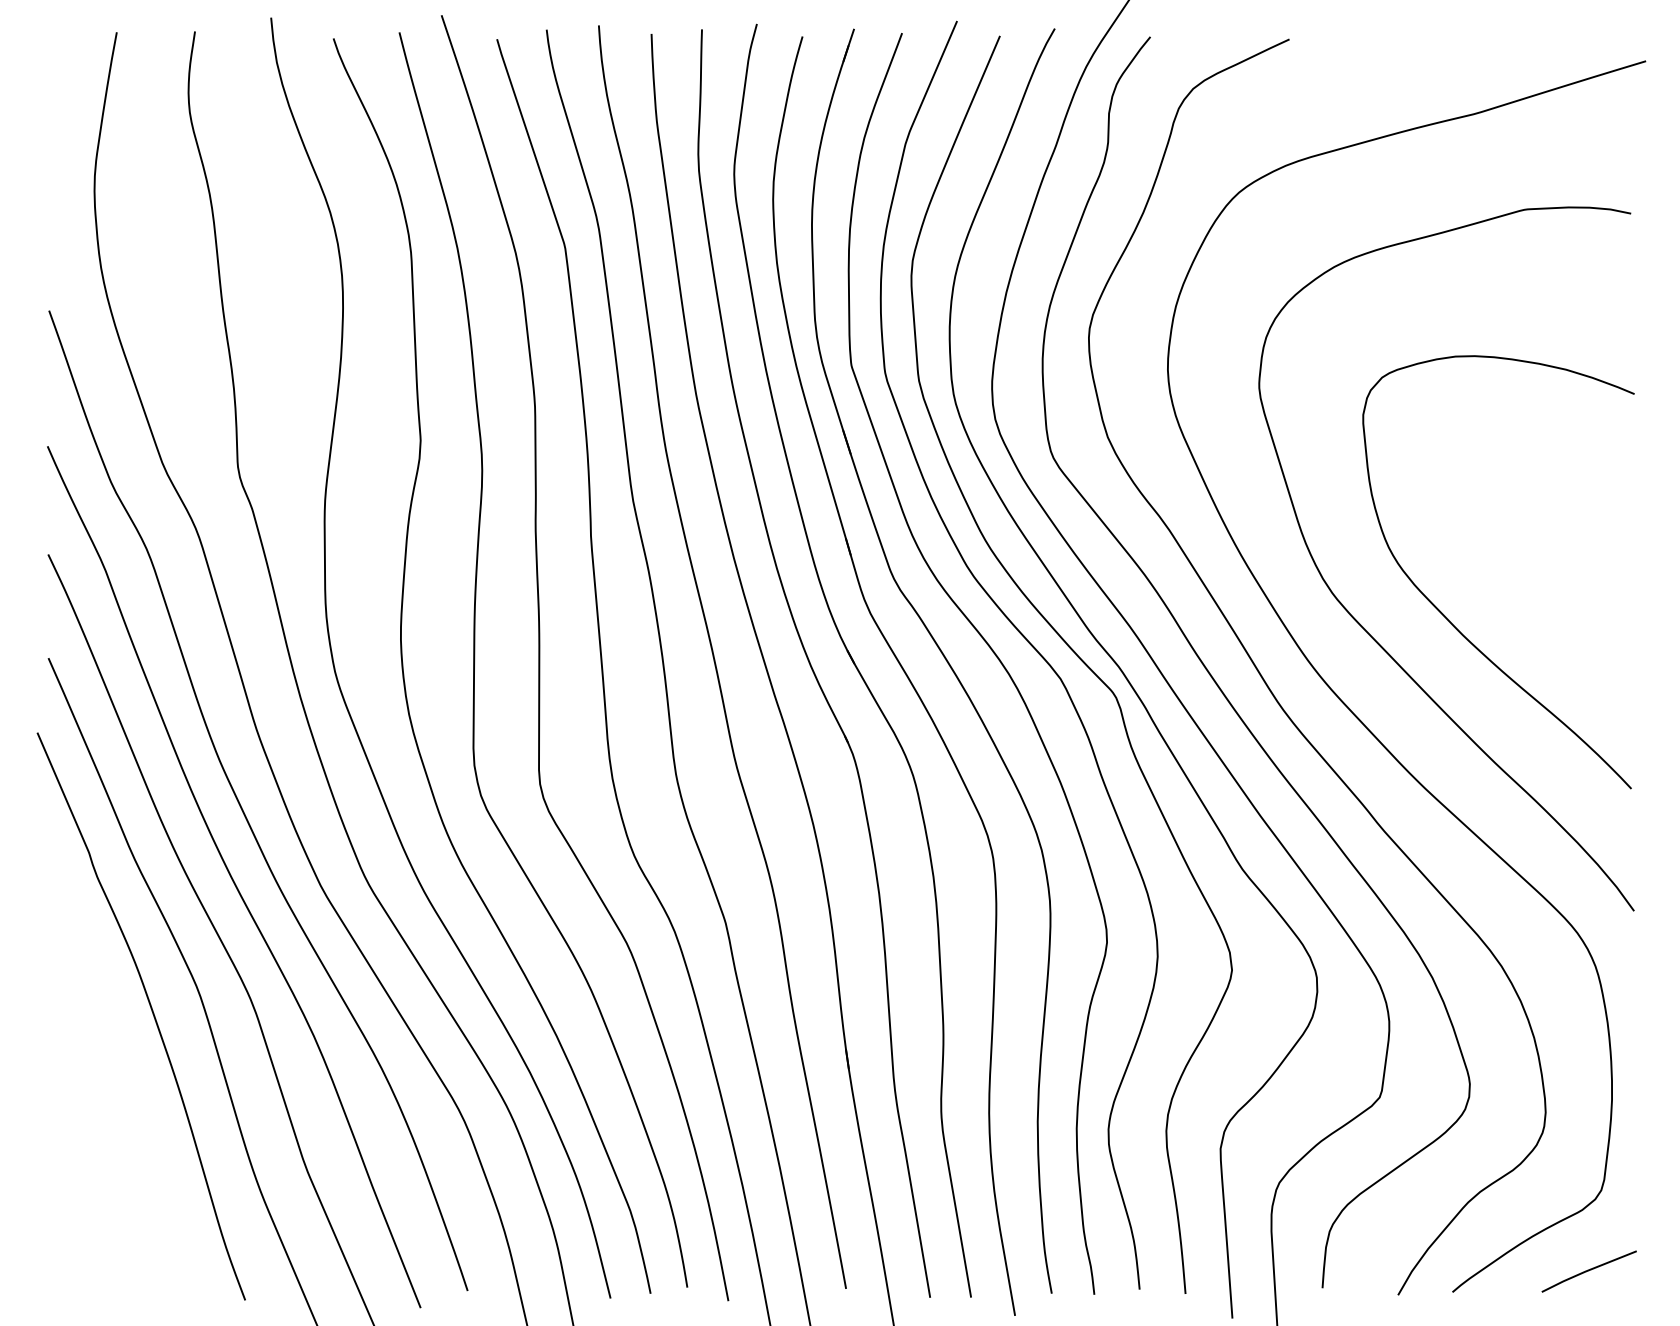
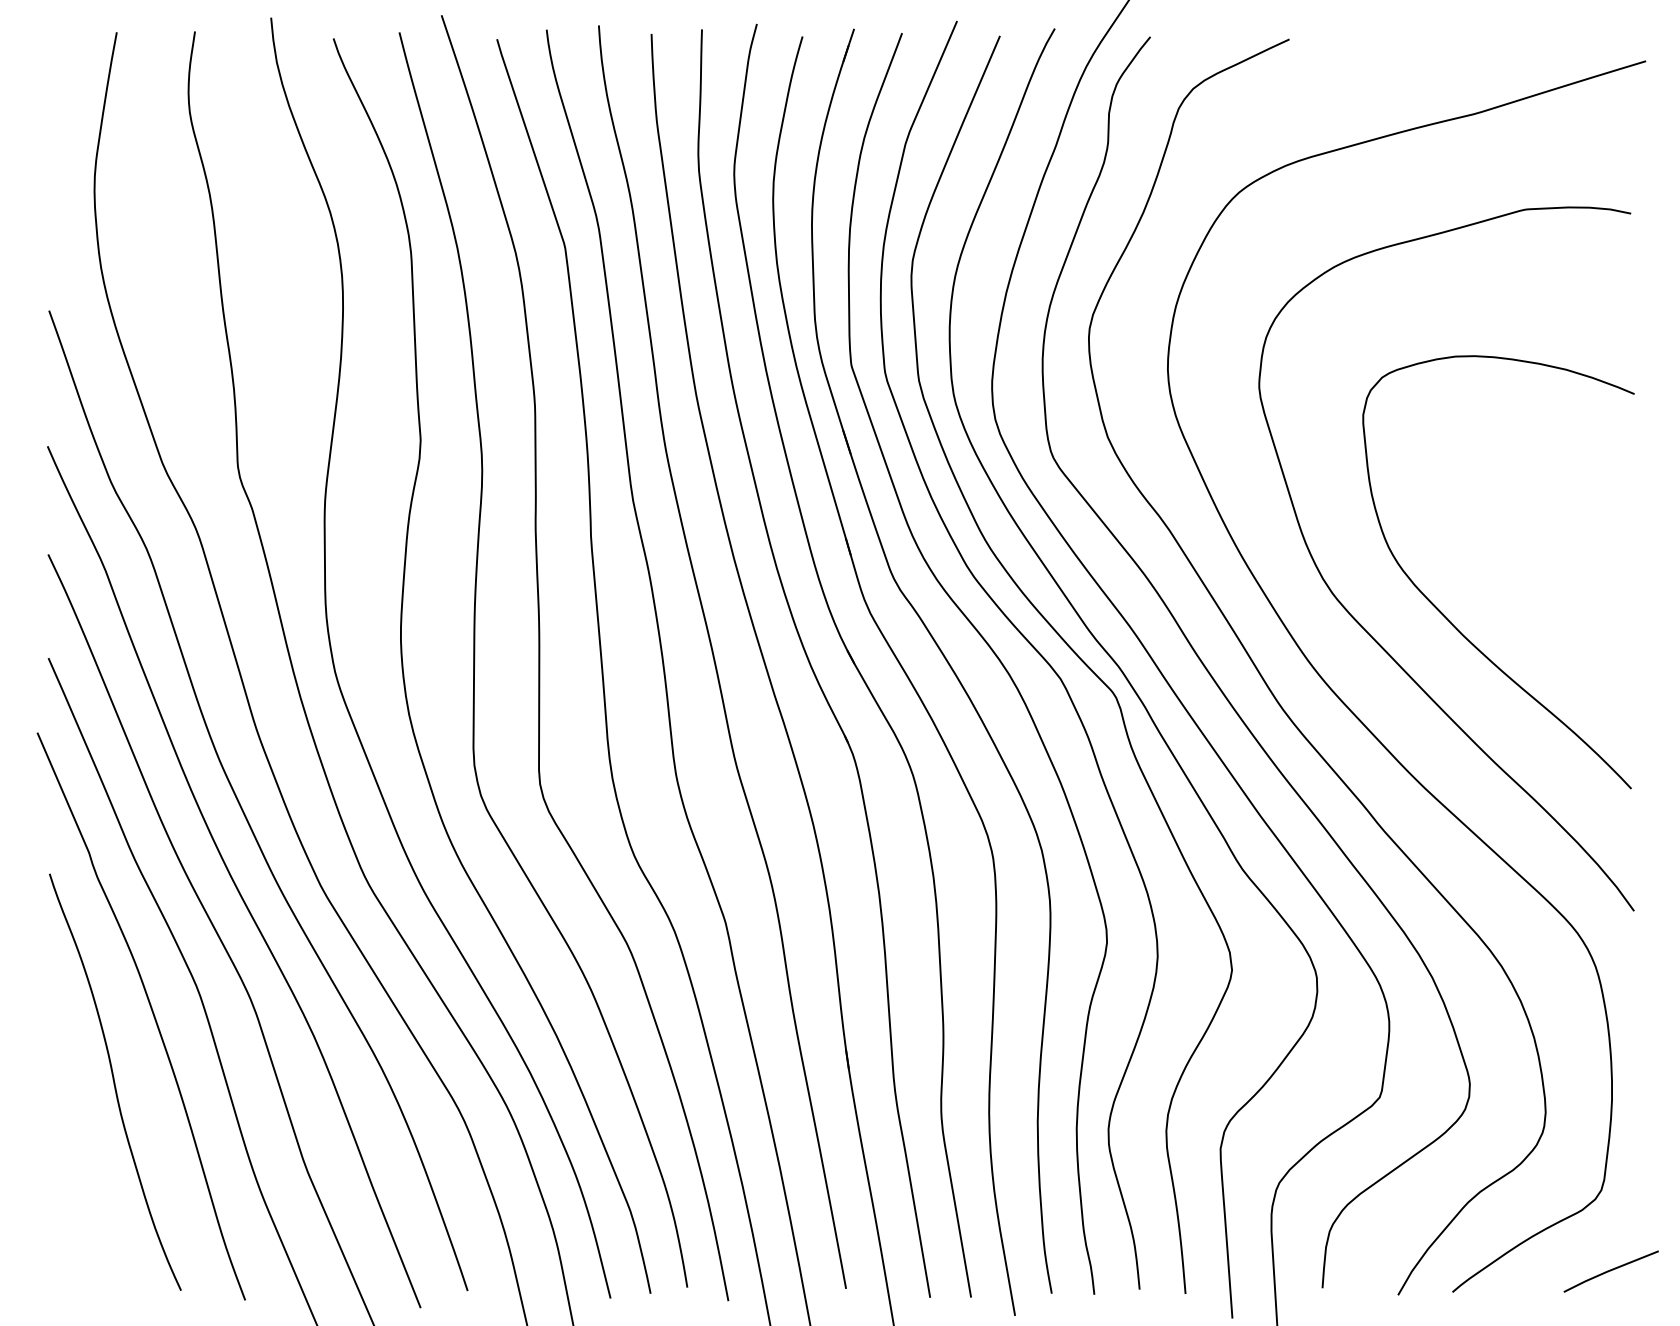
curve at (114, 1081): none -> present
line at (1588, 1271) position: (1588, 1271) -> (1610, 1271)
